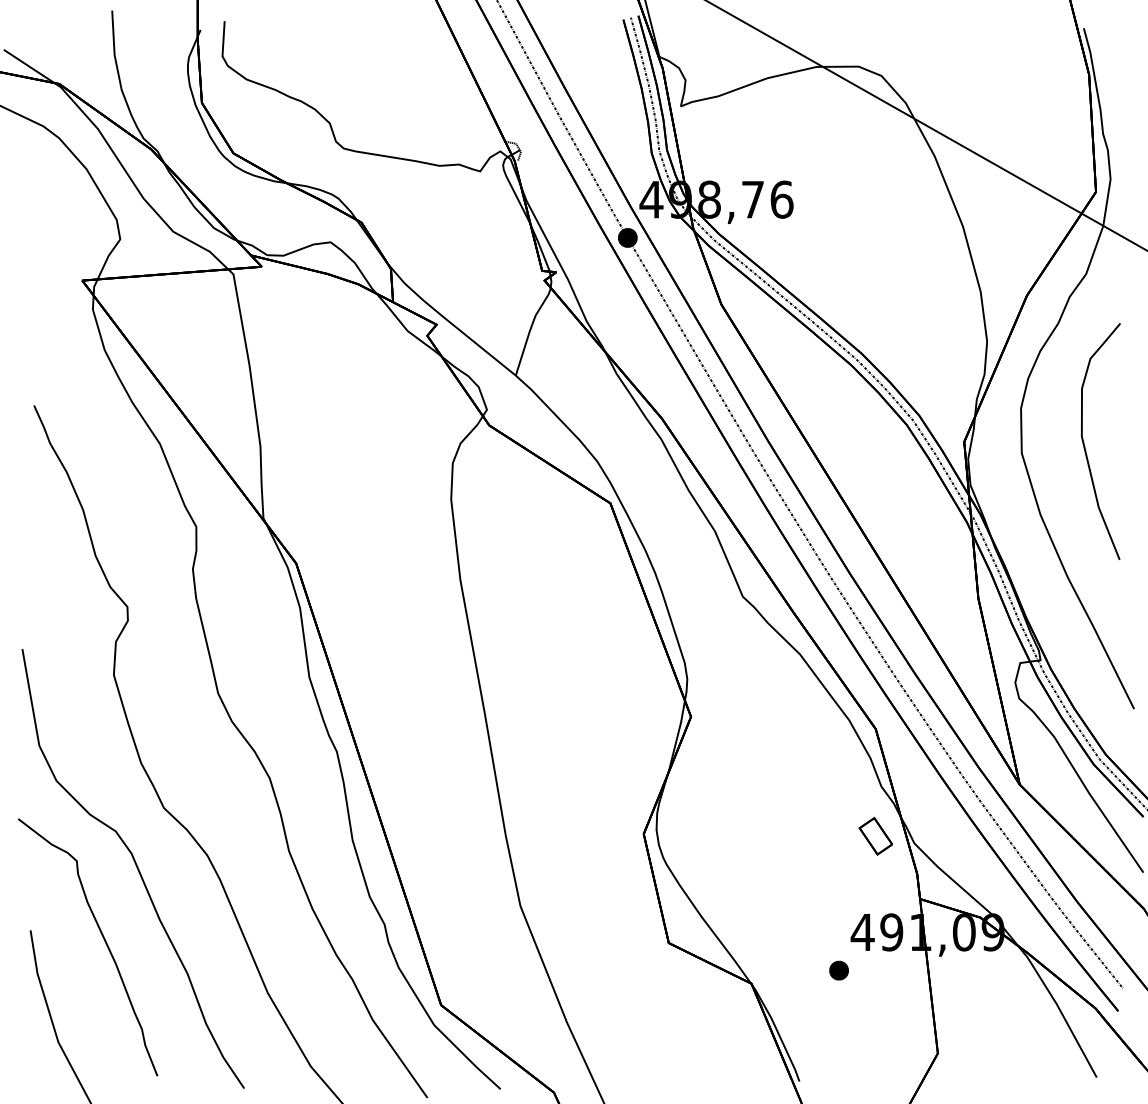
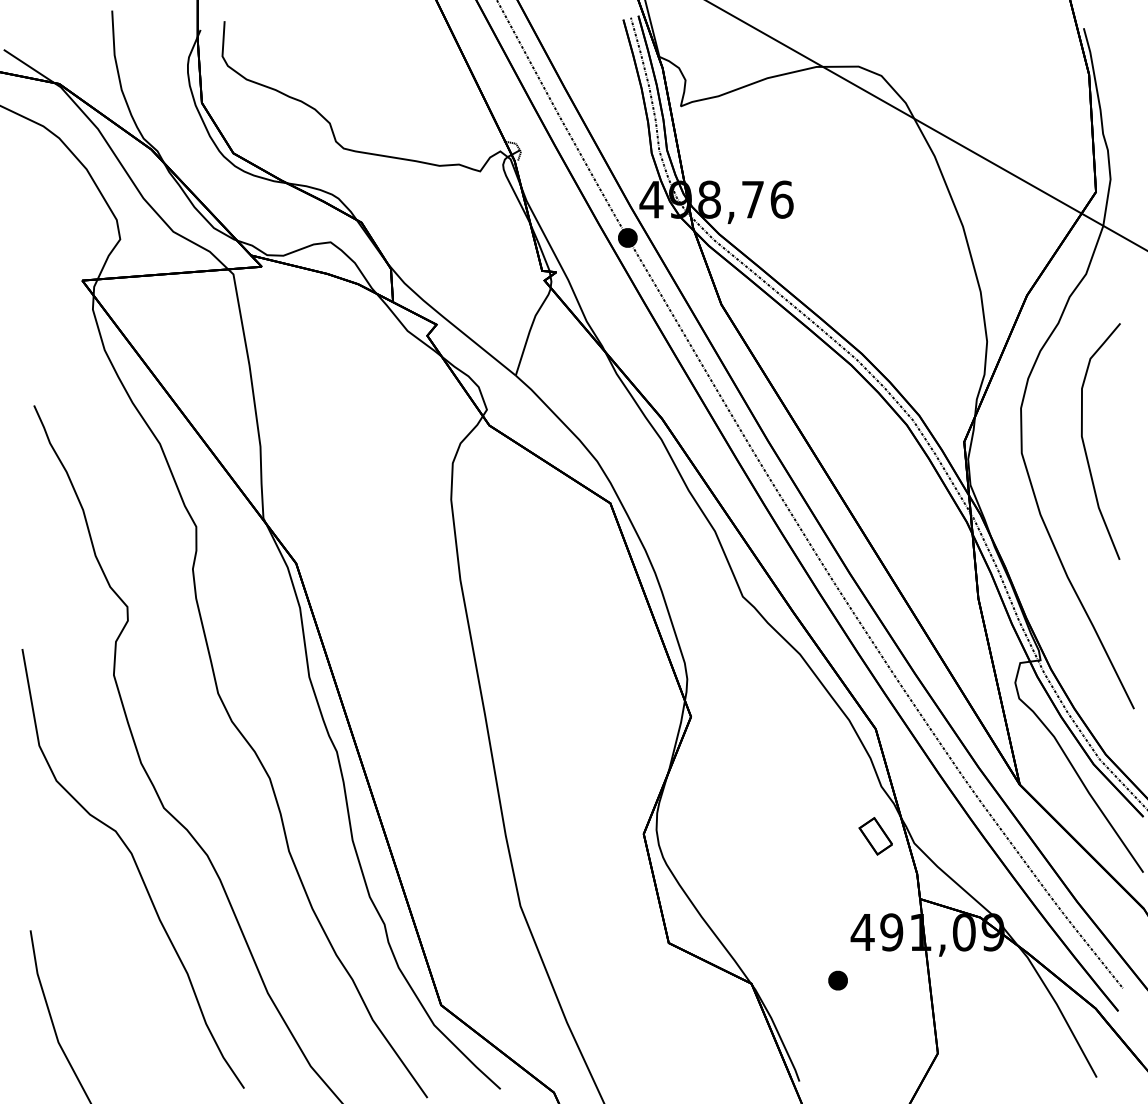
curve at (103, 939): present -> none
part at (838, 970) position: (838, 970) -> (837, 980)
